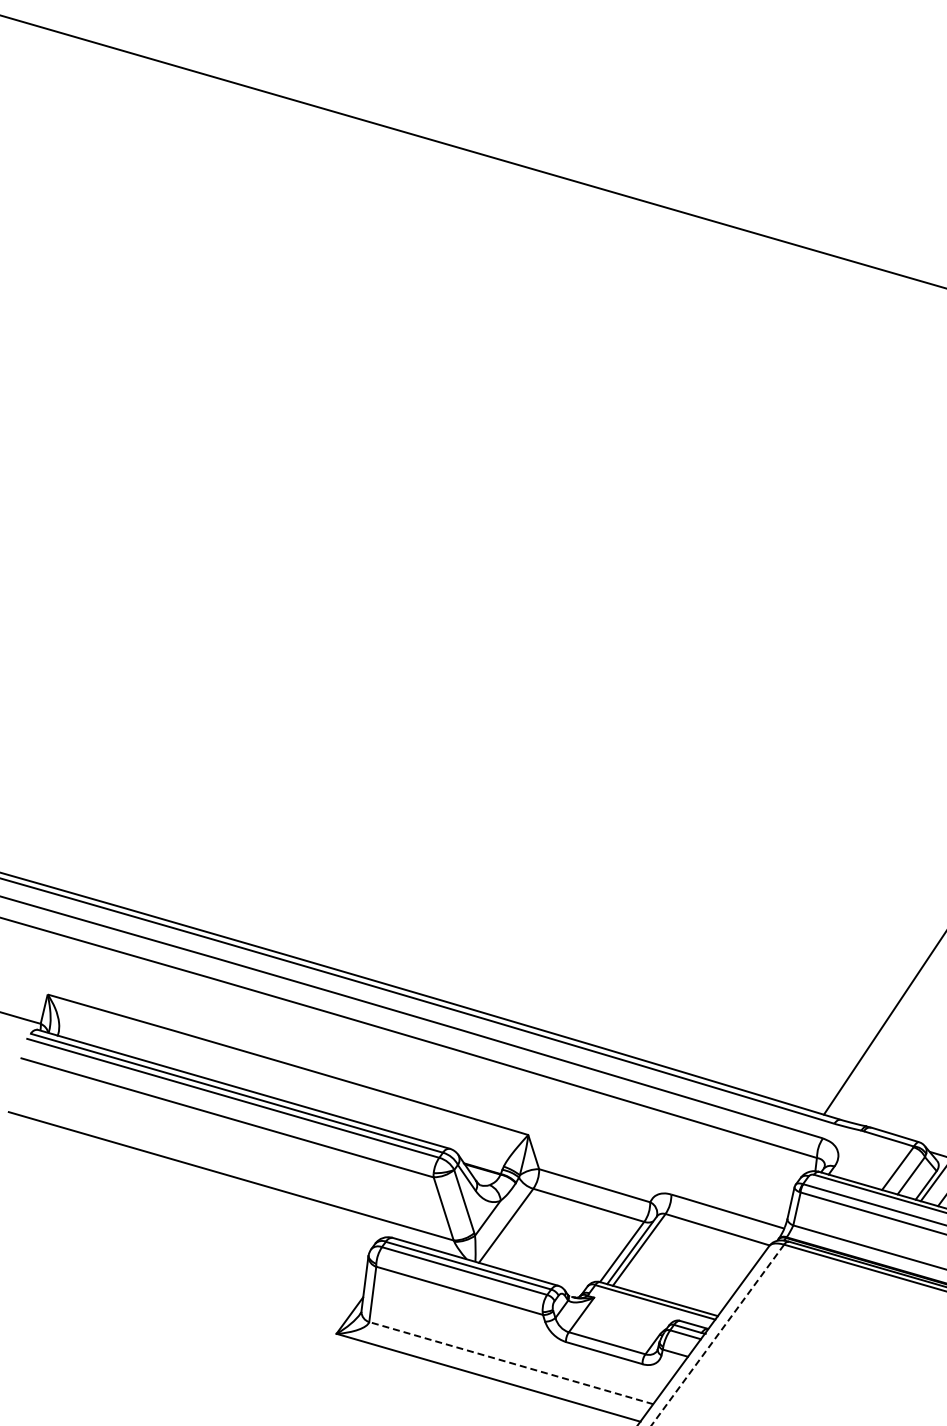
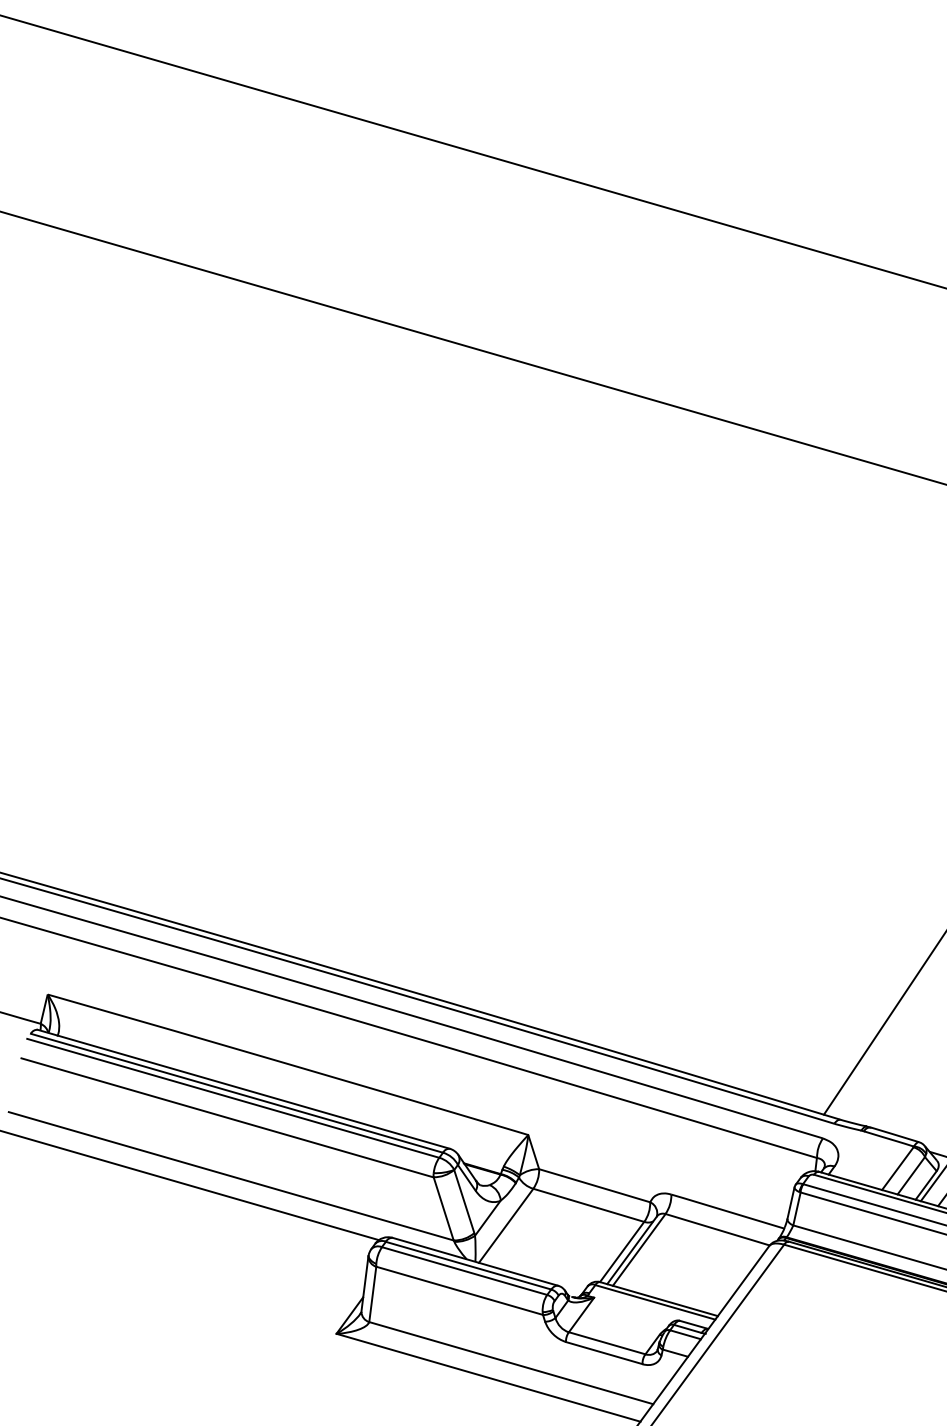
line at (472, 347): none -> present
line at (190, 1185): none -> present
line at (717, 1335): dashed -> solid
line at (511, 1363): dashed -> solid
